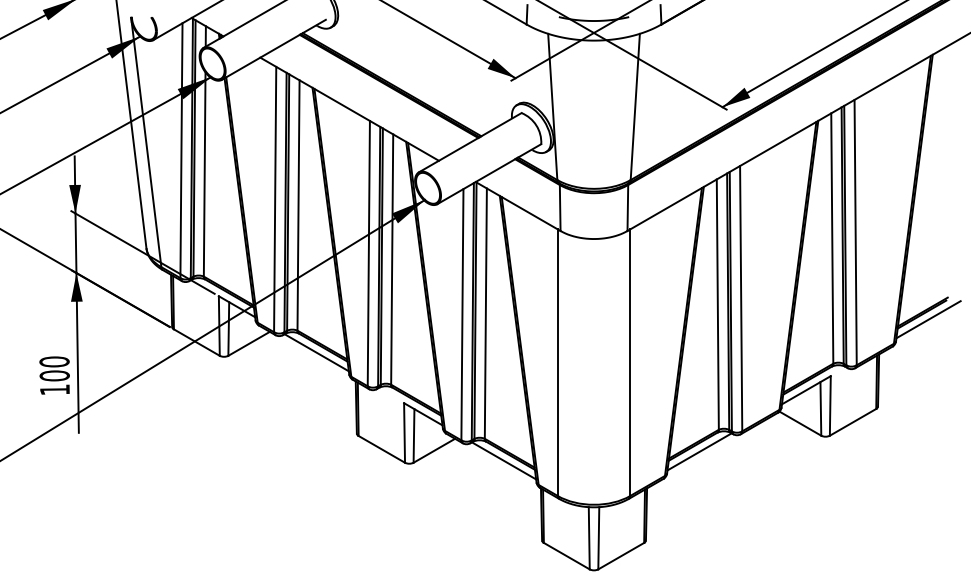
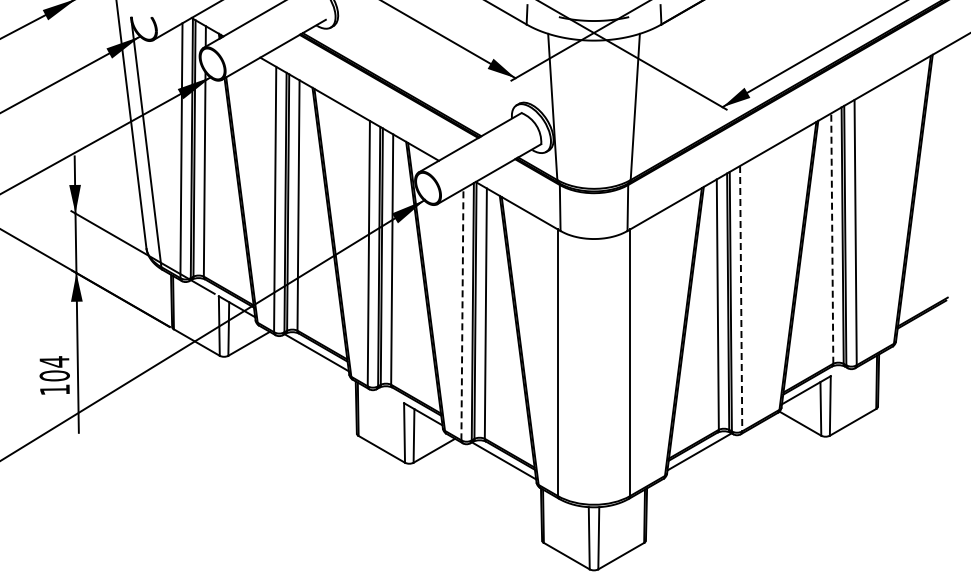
line at (832, 238): solid -> dashed
line at (741, 298): solid -> dashed
line at (462, 314): solid -> dashed
line at (928, 319): present -> none
text at (54, 361): 100 -> 104
